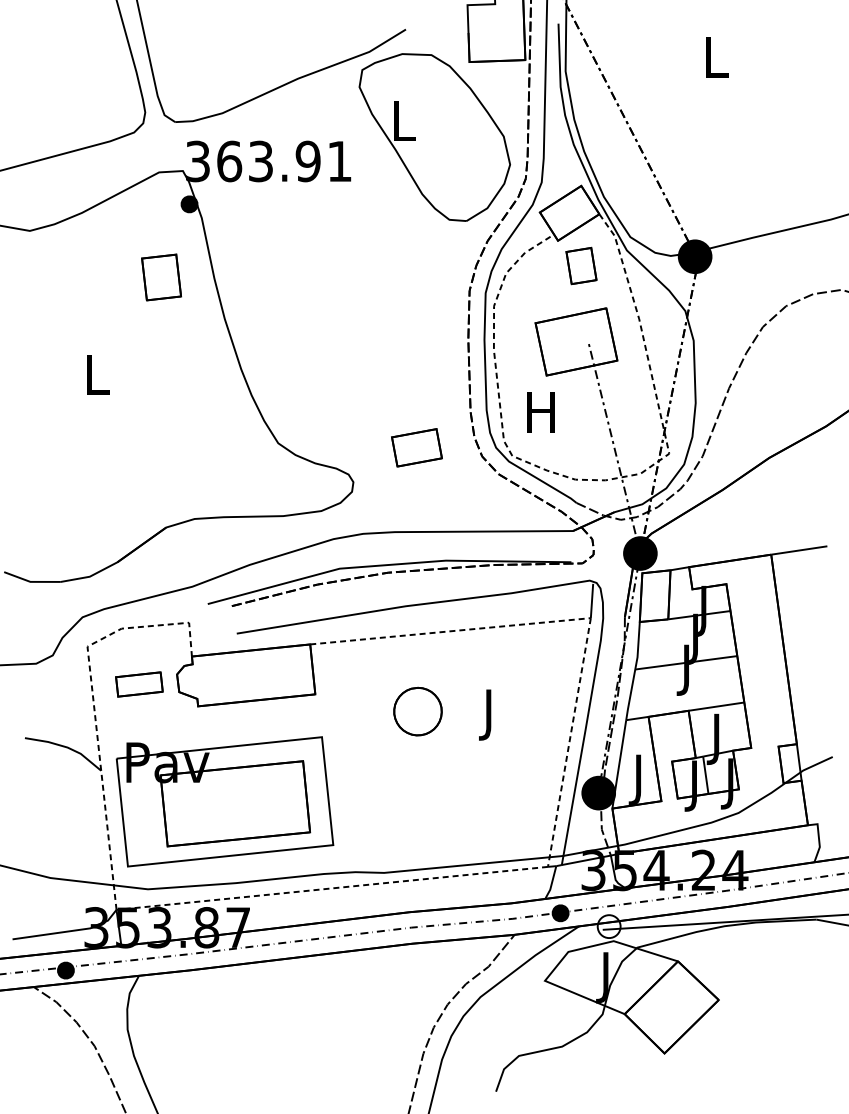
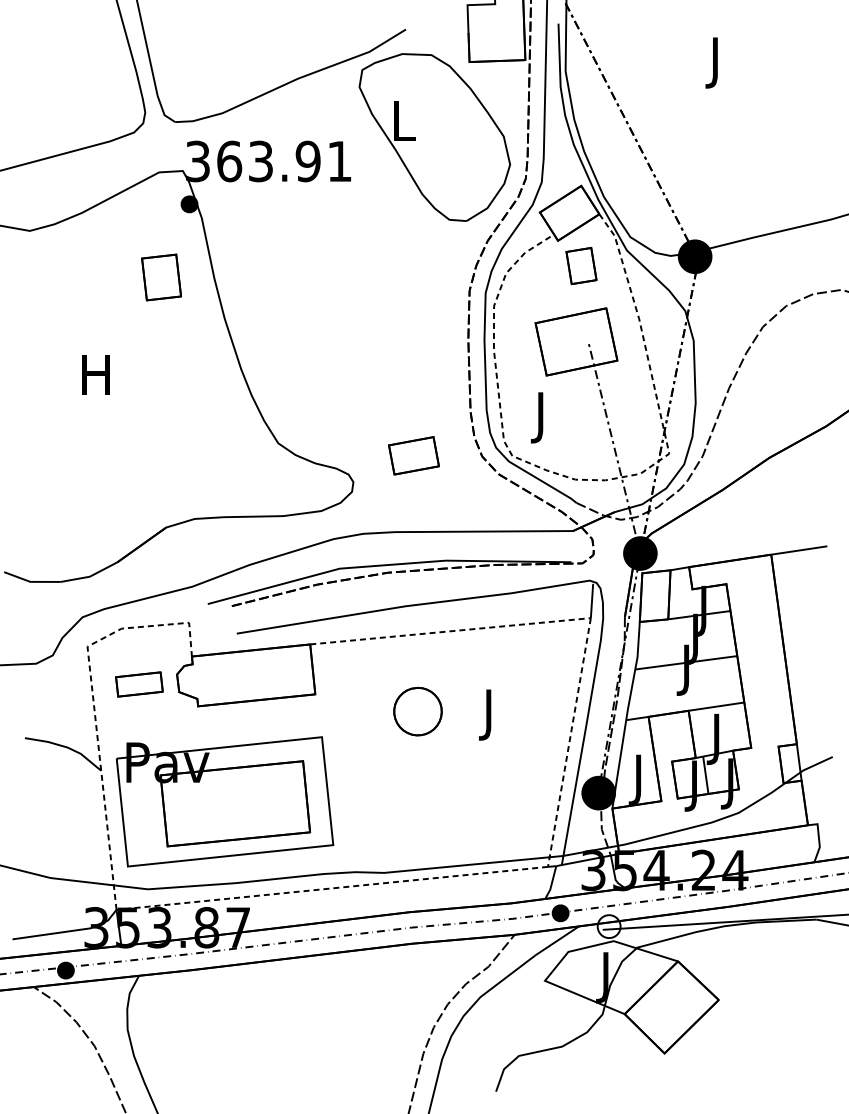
text at (716, 62): L -> J
text at (95, 374): L -> H
text at (540, 417): H -> J
part at (416, 447) position: (416, 447) -> (413, 455)
